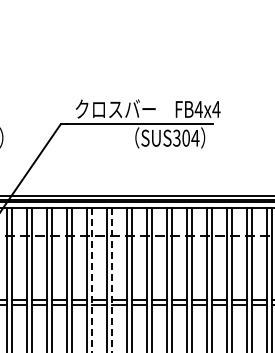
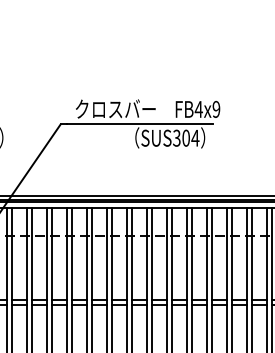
text at (216, 108): FB4x4 -> FB4x9
line at (92, 280): dashed -> solid
line at (112, 280): dashed -> solid
